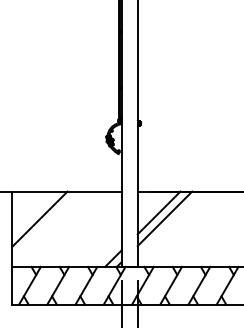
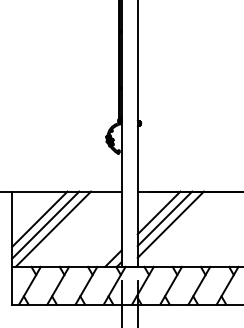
line at (45, 224): none -> present
line at (170, 224): none -> present
line at (53, 228): none -> present
